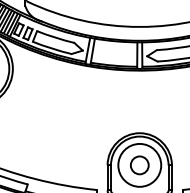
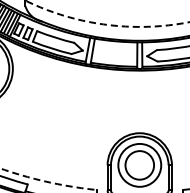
arc at (107, 24): solid -> dashed
circle at (139, 165) diameter: 18 px -> 29 px
arc at (48, 182): solid -> dashed
